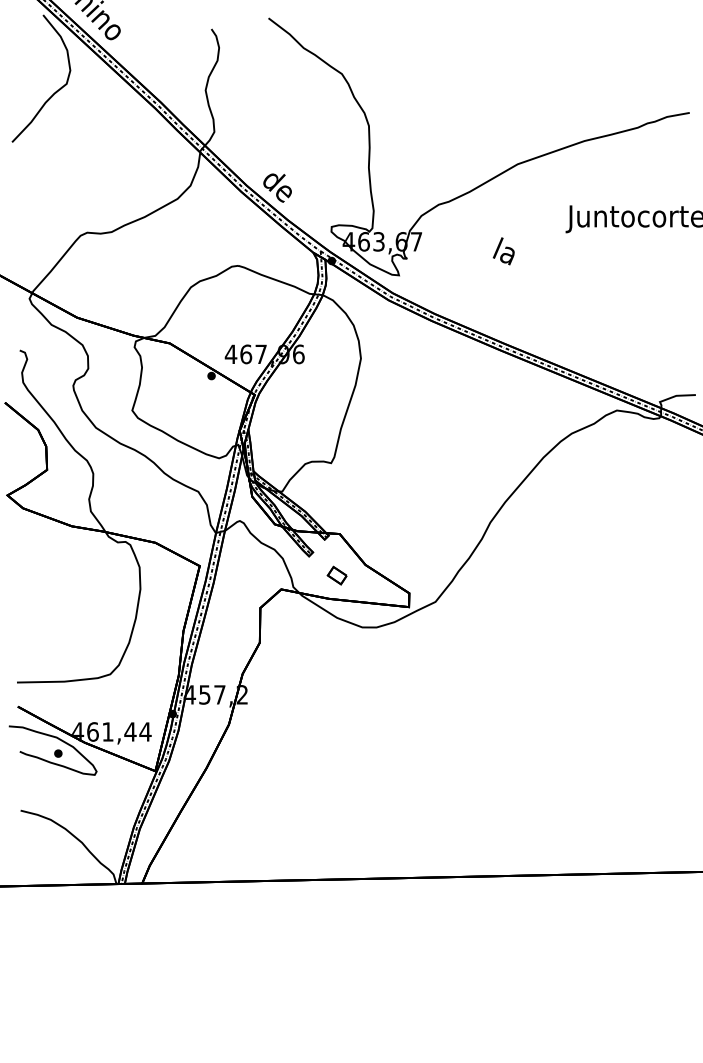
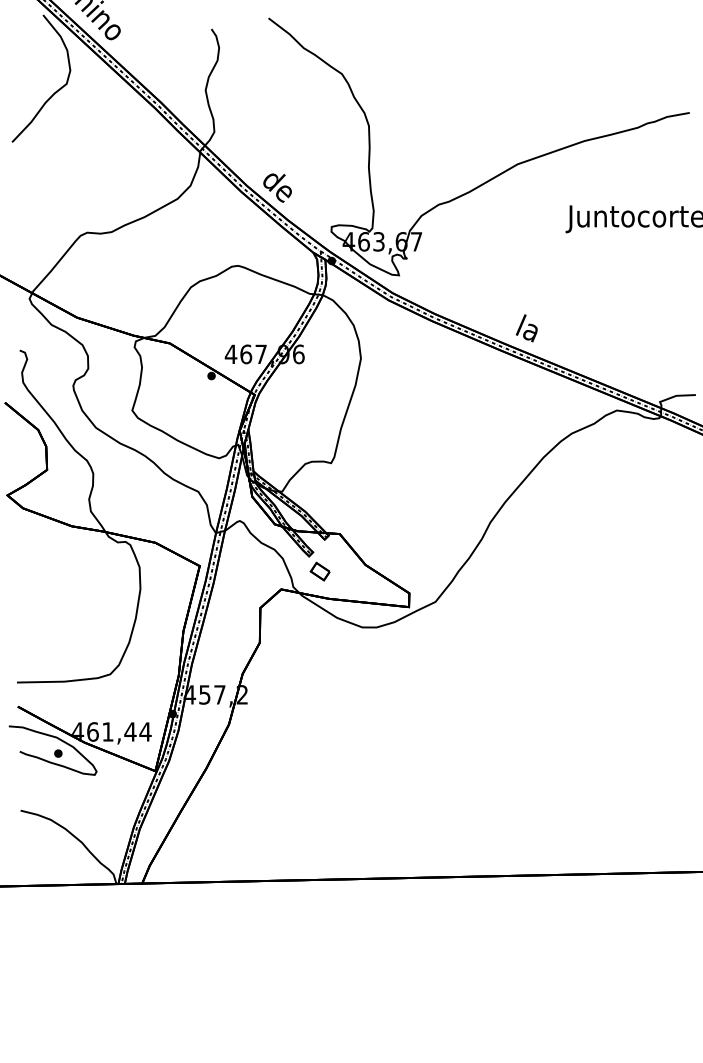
text at (503, 251) position: (503, 251) -> (526, 328)
part at (336, 575) position: (336, 575) -> (319, 571)
